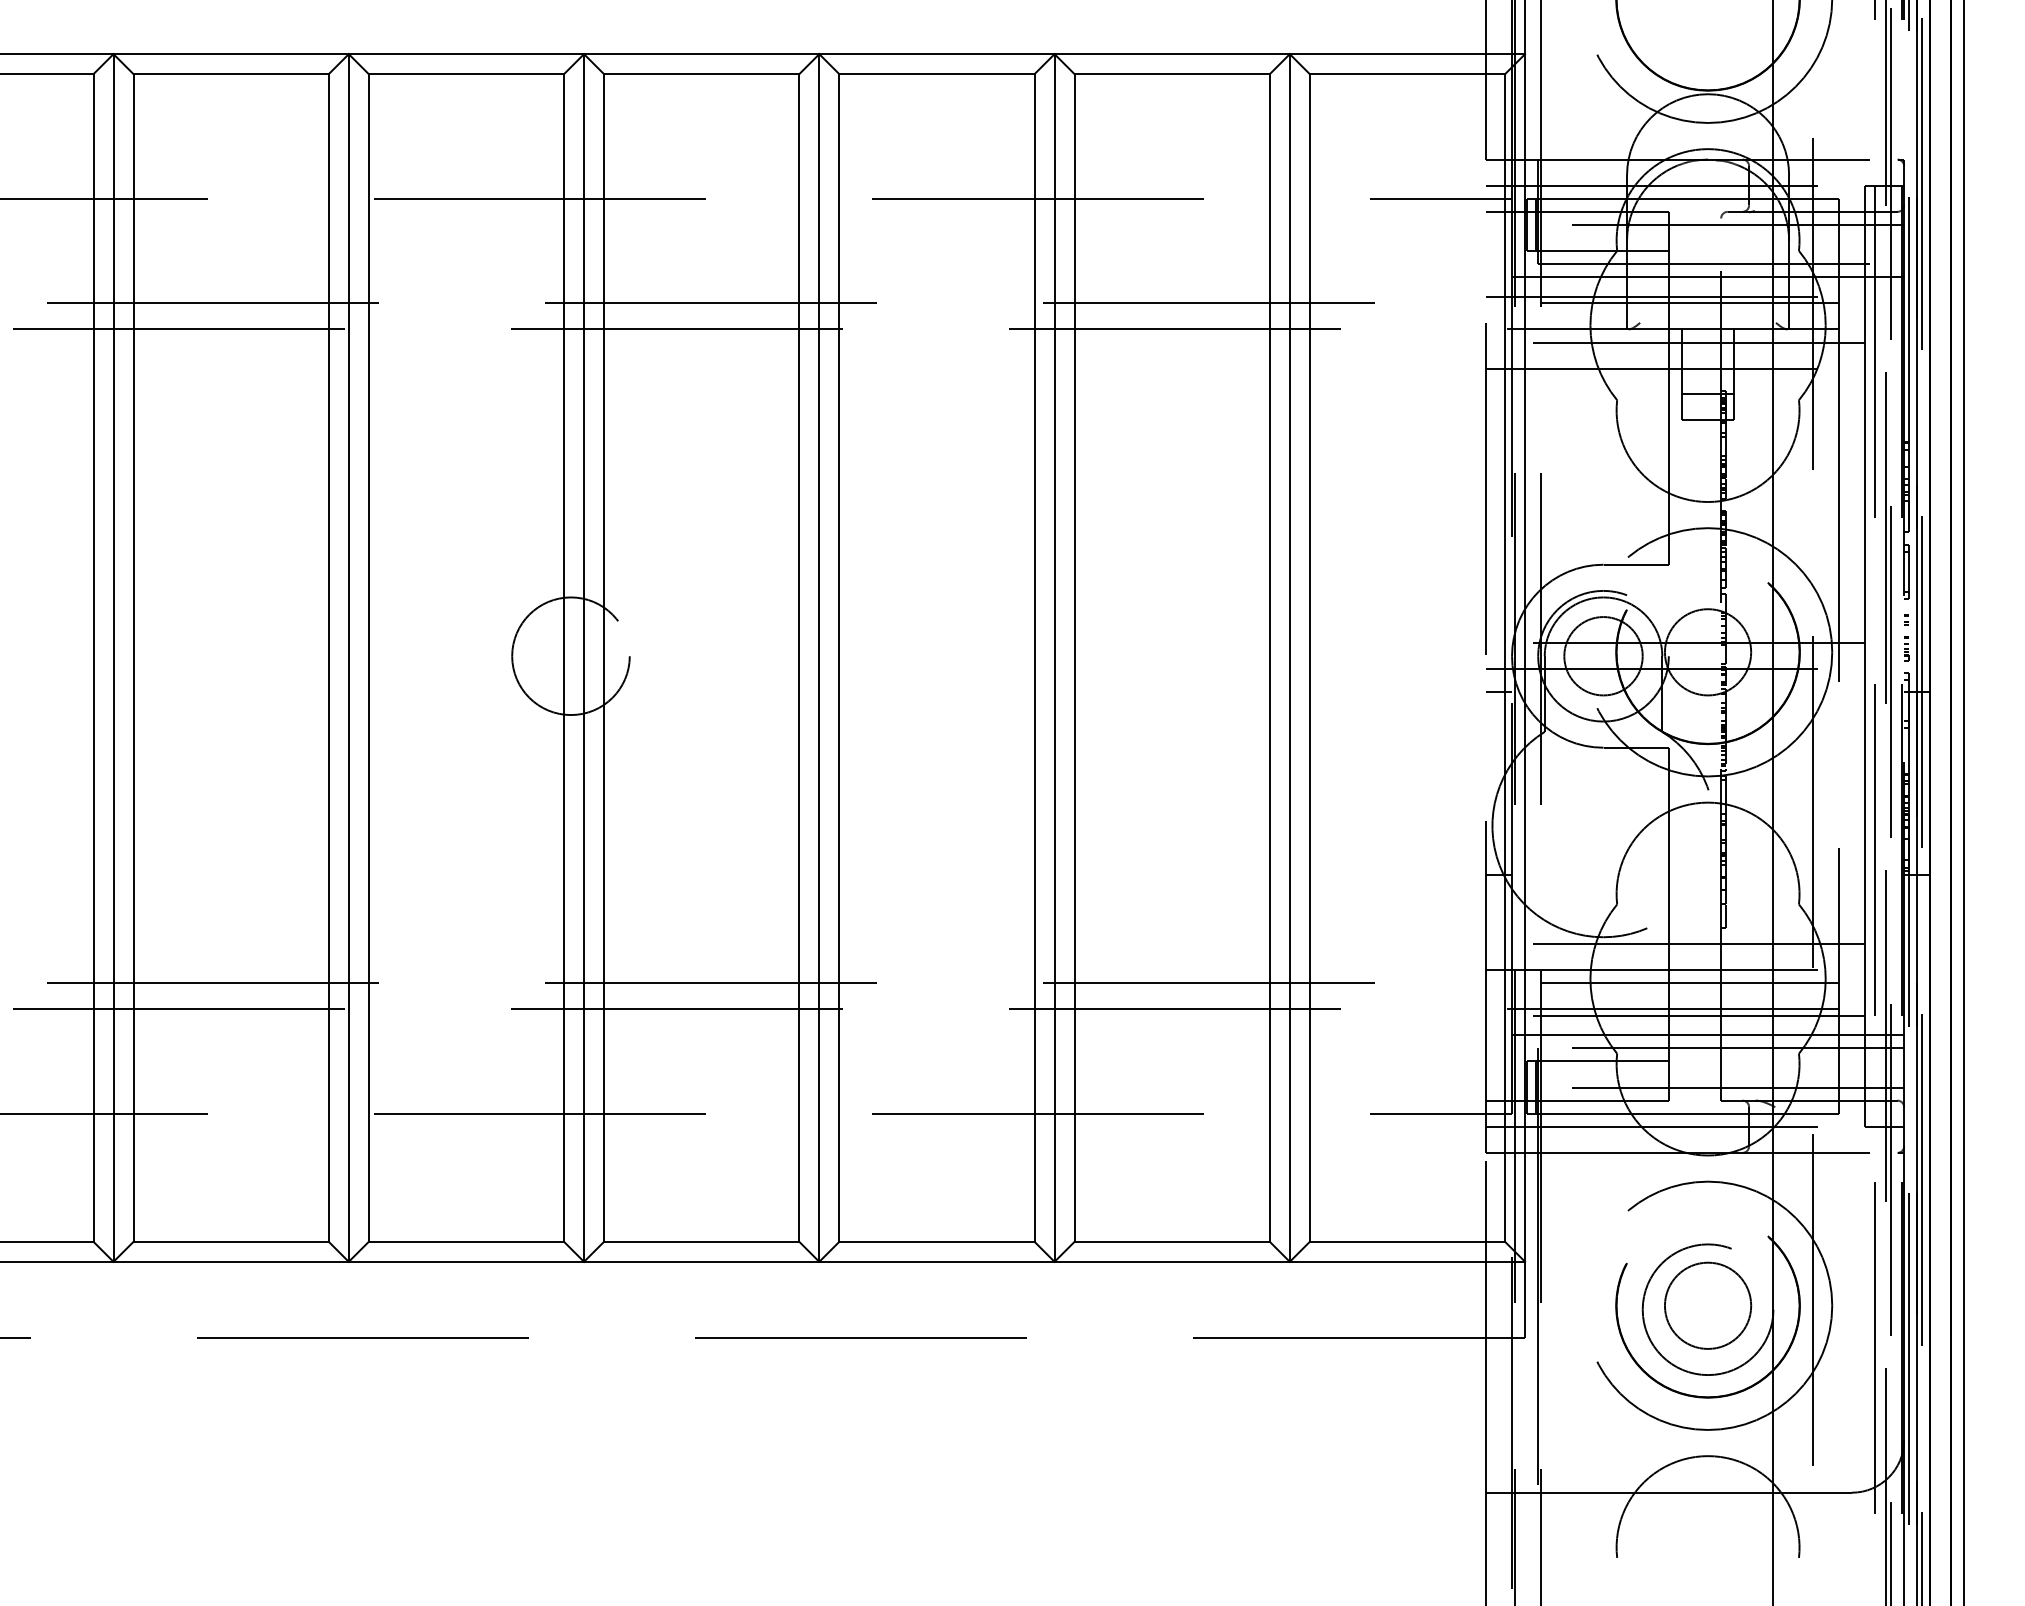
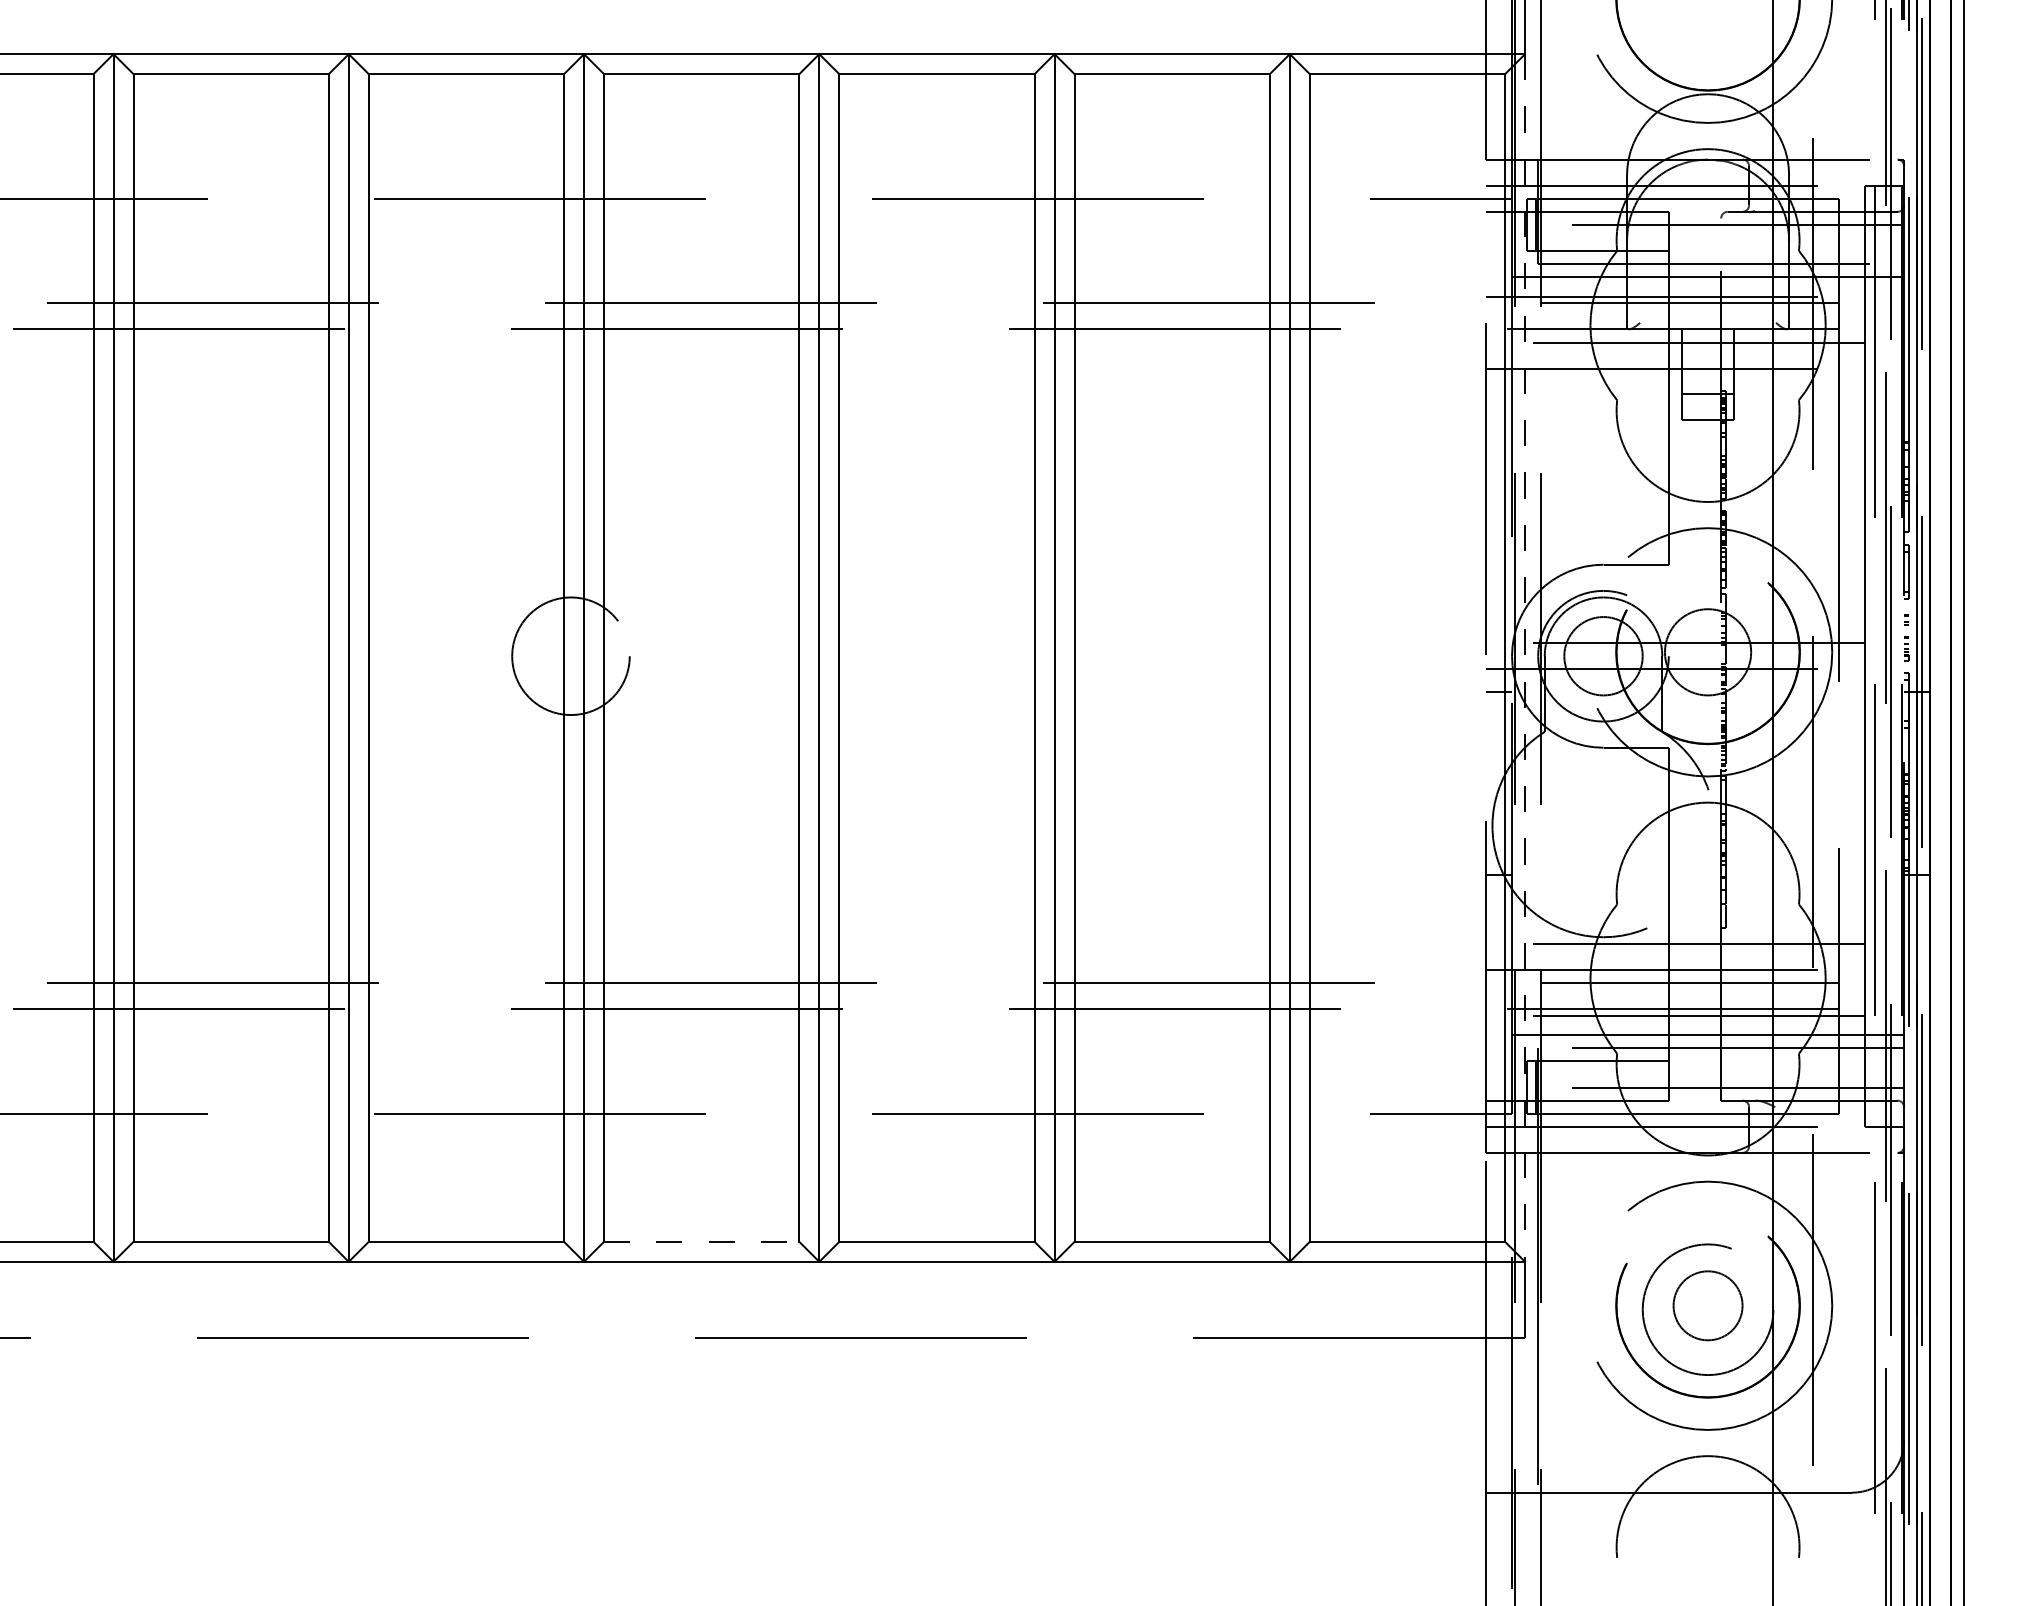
line at (1525, 658): solid -> dashed
line at (701, 1241): solid -> dashed
circle at (1707, 1305) diameter: 86 px -> 69 px
